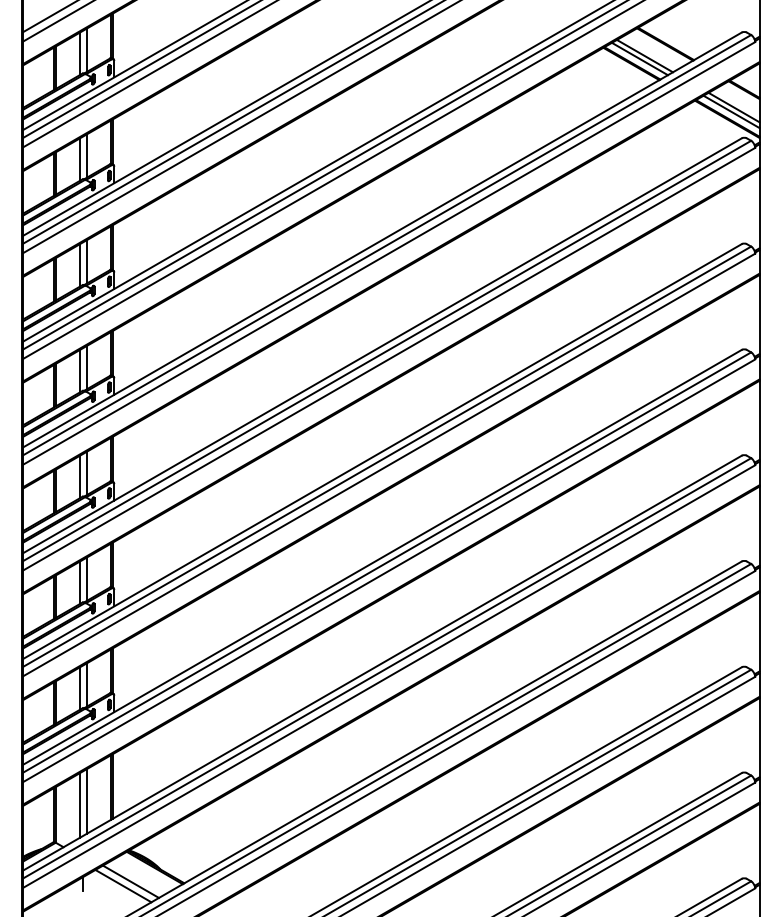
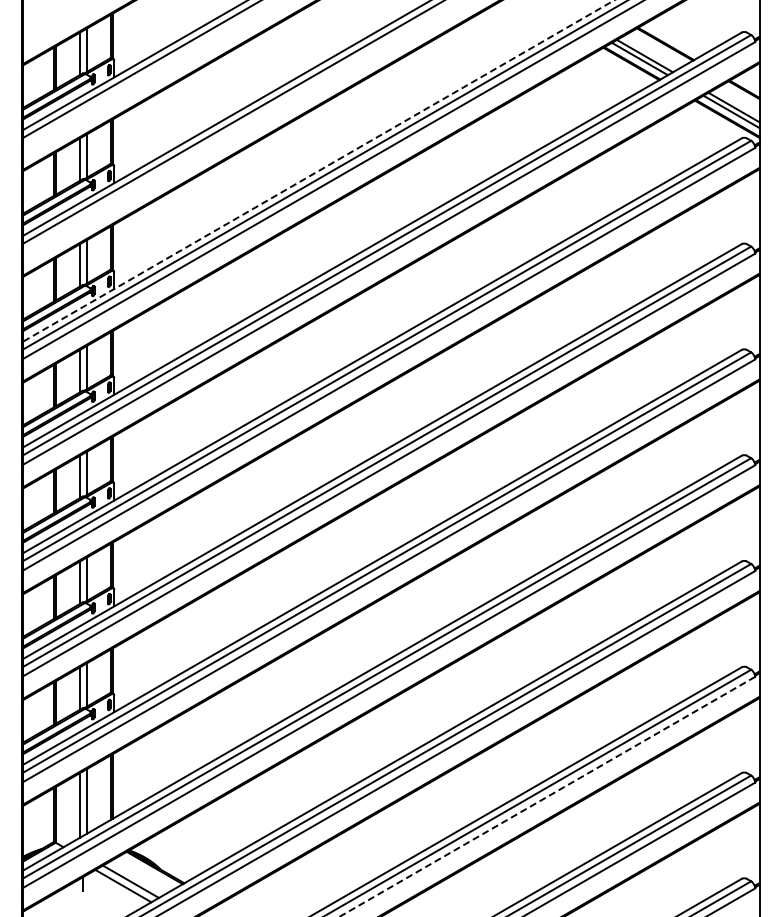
line at (48, 16): present -> none
line at (57, 21): present -> none
line at (148, 74): present -> none
line at (240, 127): present -> none
line at (319, 170): solid -> dashed
line at (547, 796): solid -> dashed
